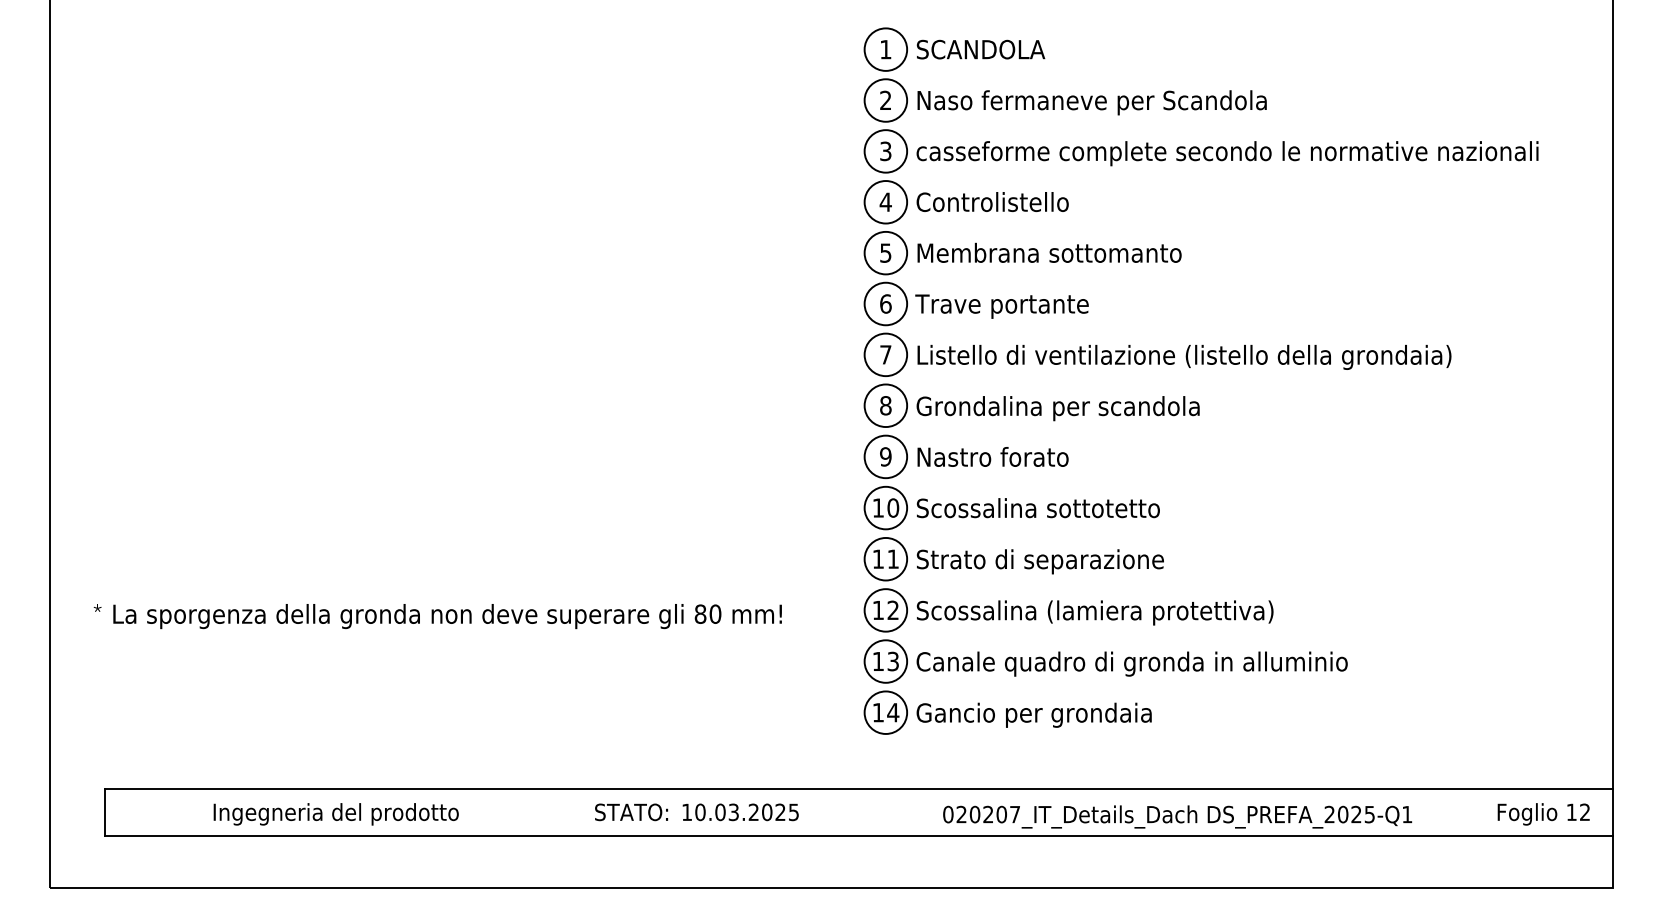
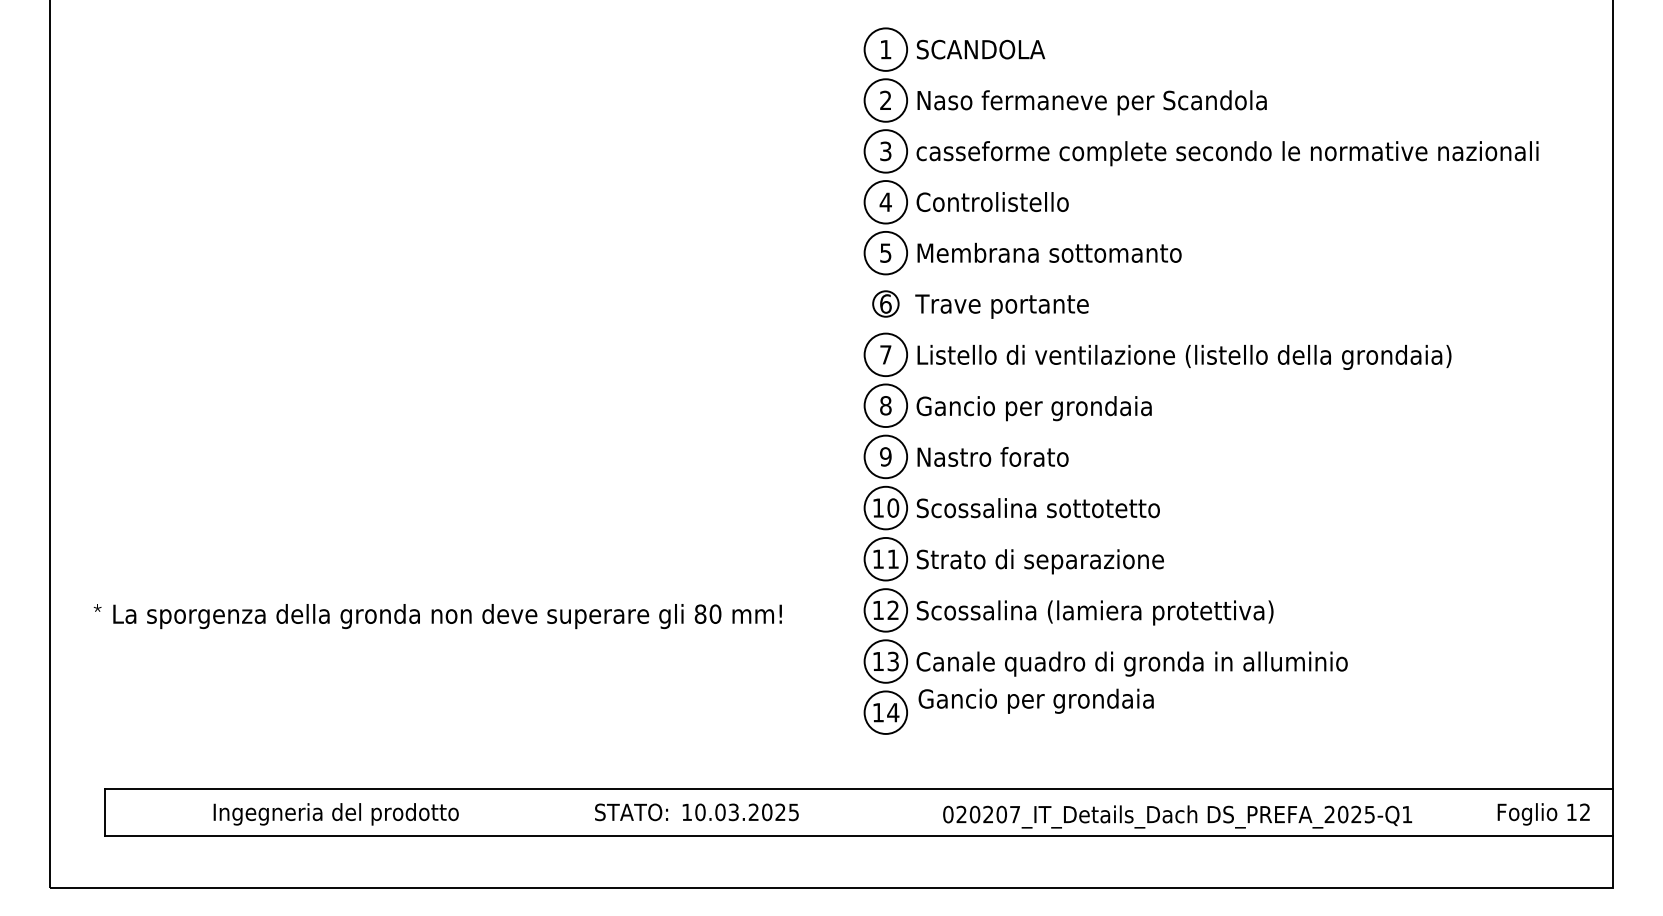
circle at (885, 303) diameter: 43 px -> 26 px
text at (1066, 408): Grondalina per scandola -> Gancio per grondaia
text at (1033, 714) position: (1033, 714) -> (1035, 700)
